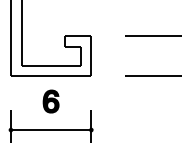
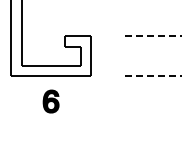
line at (153, 36): solid -> dashed
line at (153, 76): solid -> dashed
part at (50, 126): present -> none
